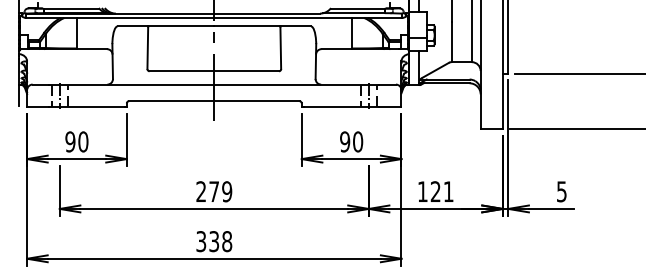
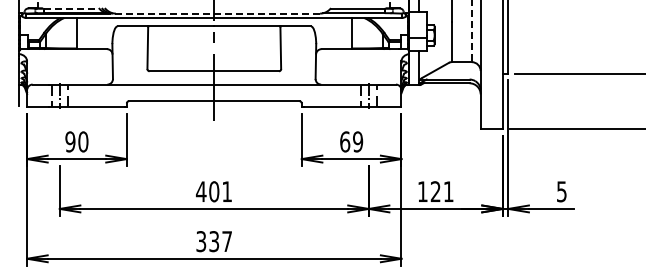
line at (71, 8): solid -> dashed
line at (214, 13): solid -> dashed
line at (471, 31): solid -> dashed
text at (351, 141): 90 -> 69
text at (213, 191): 279 -> 401
text at (227, 241): 338 -> 337
